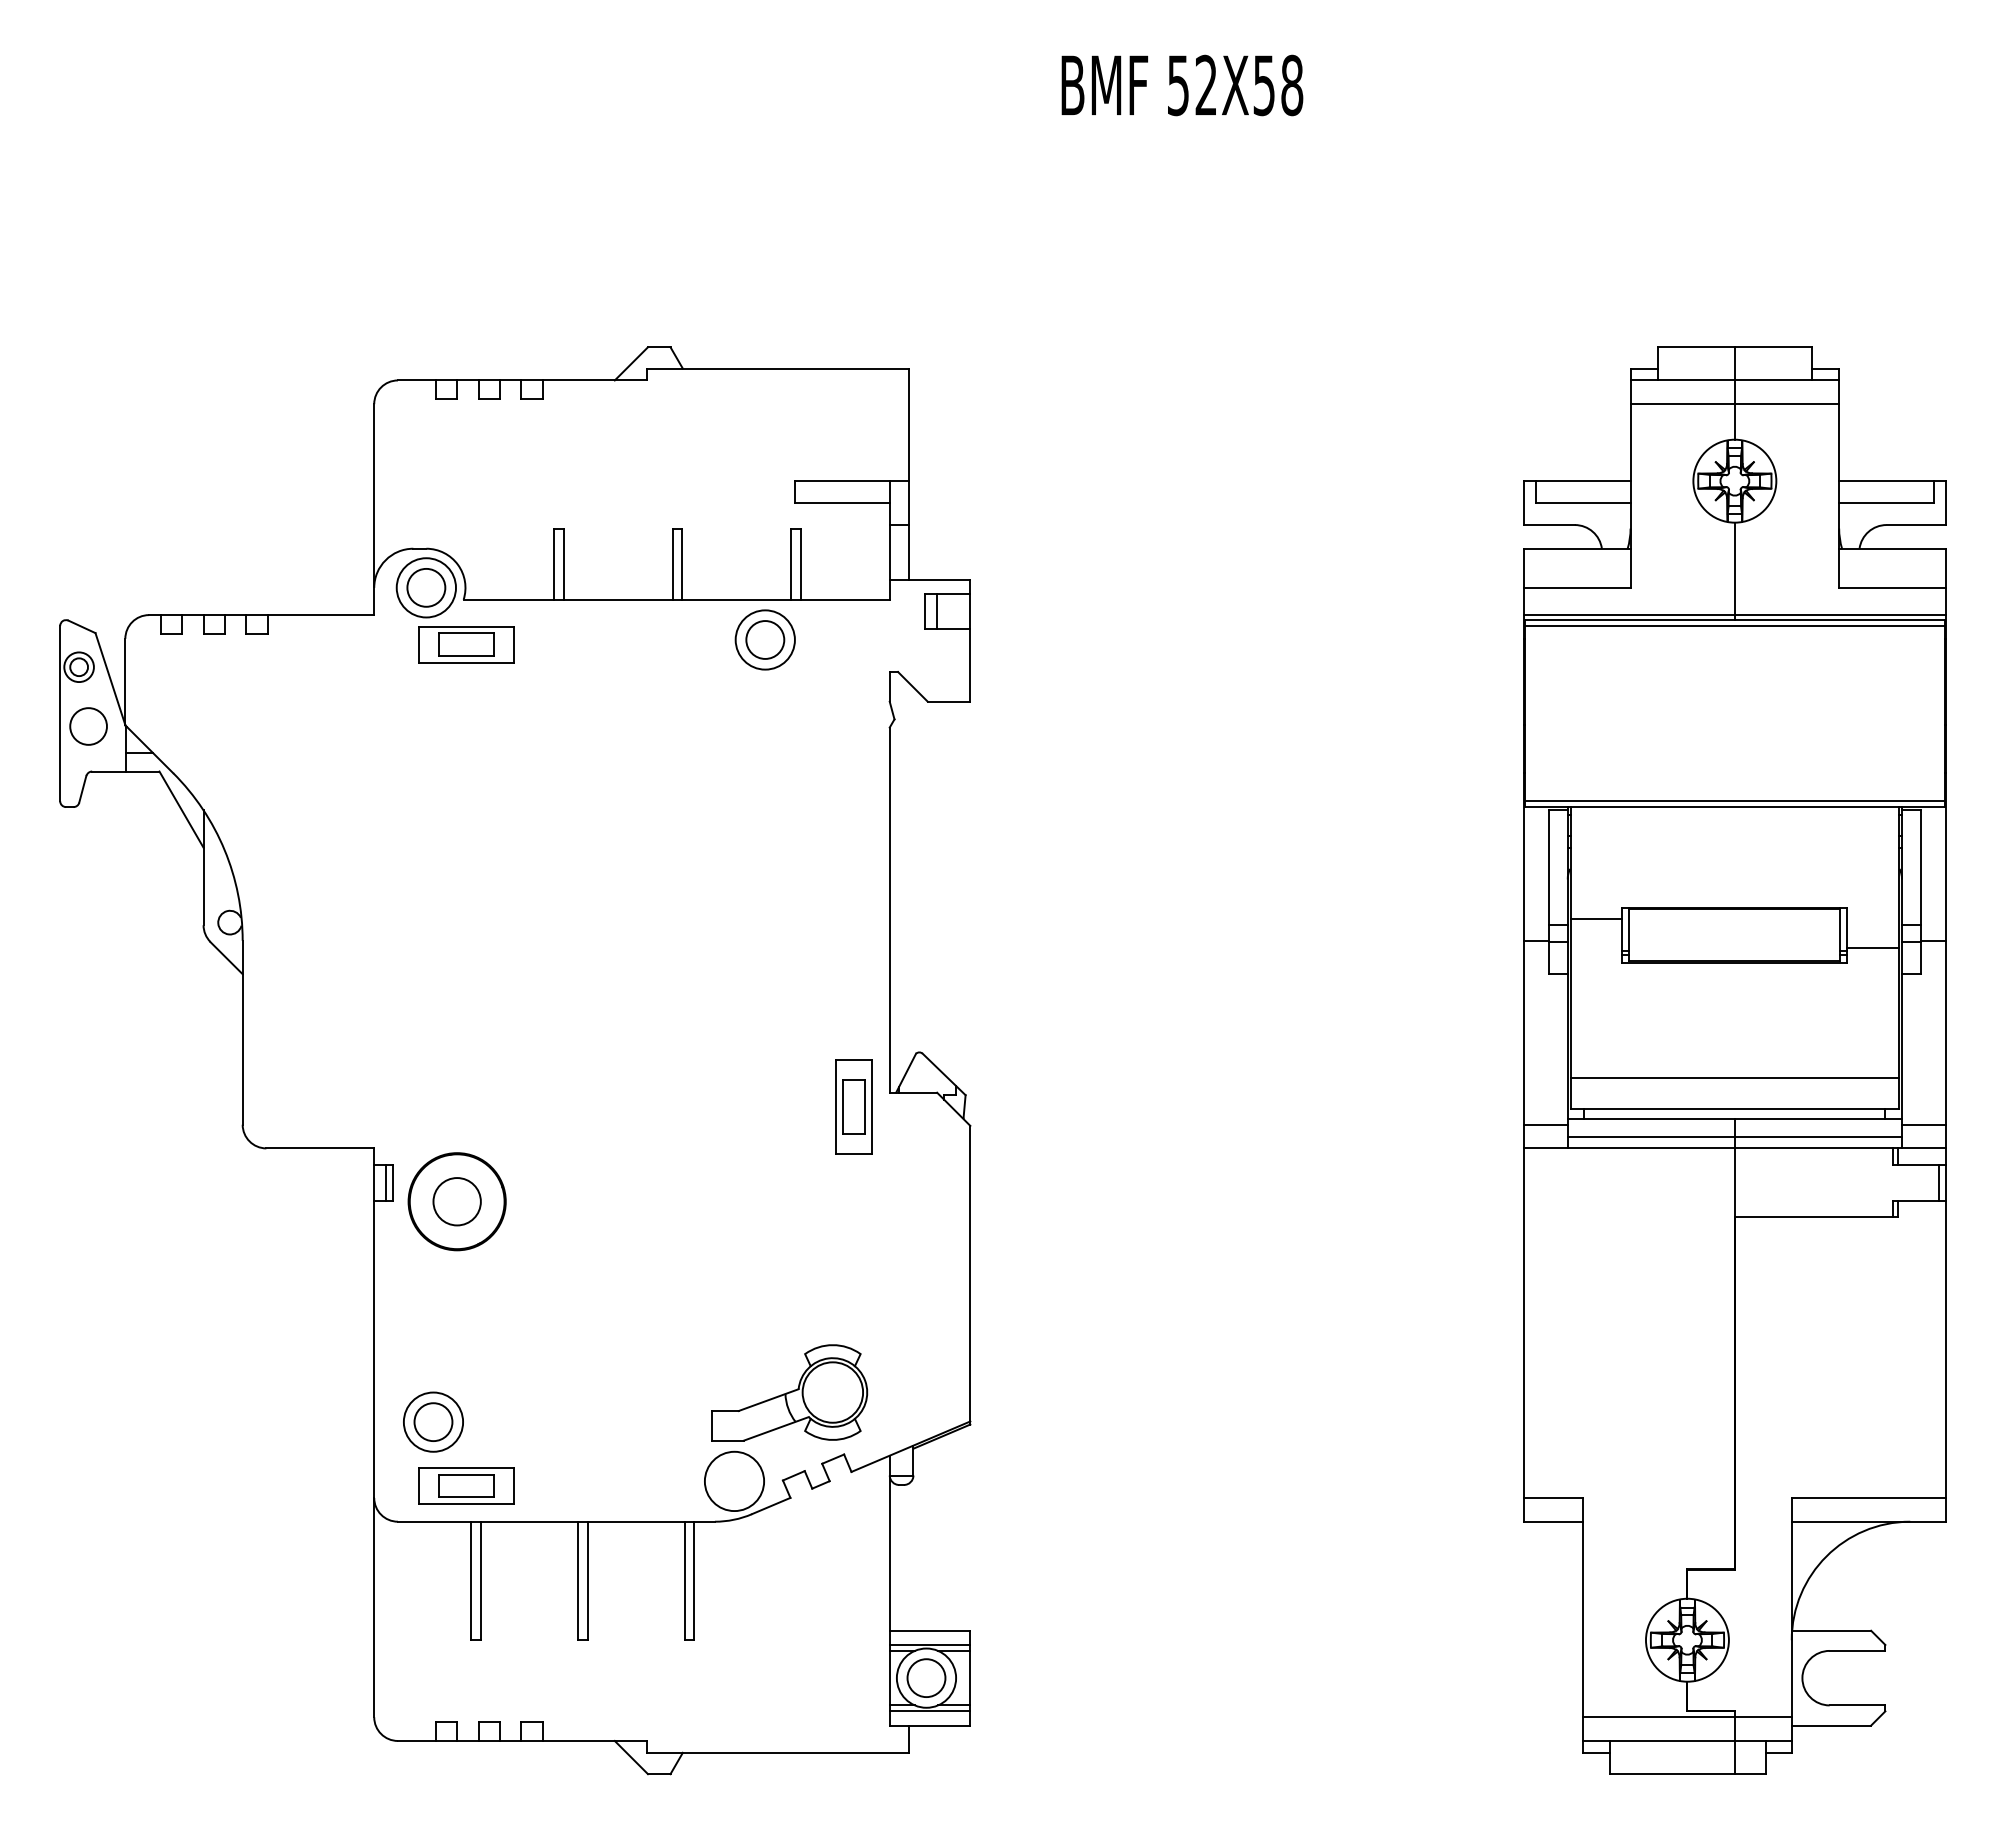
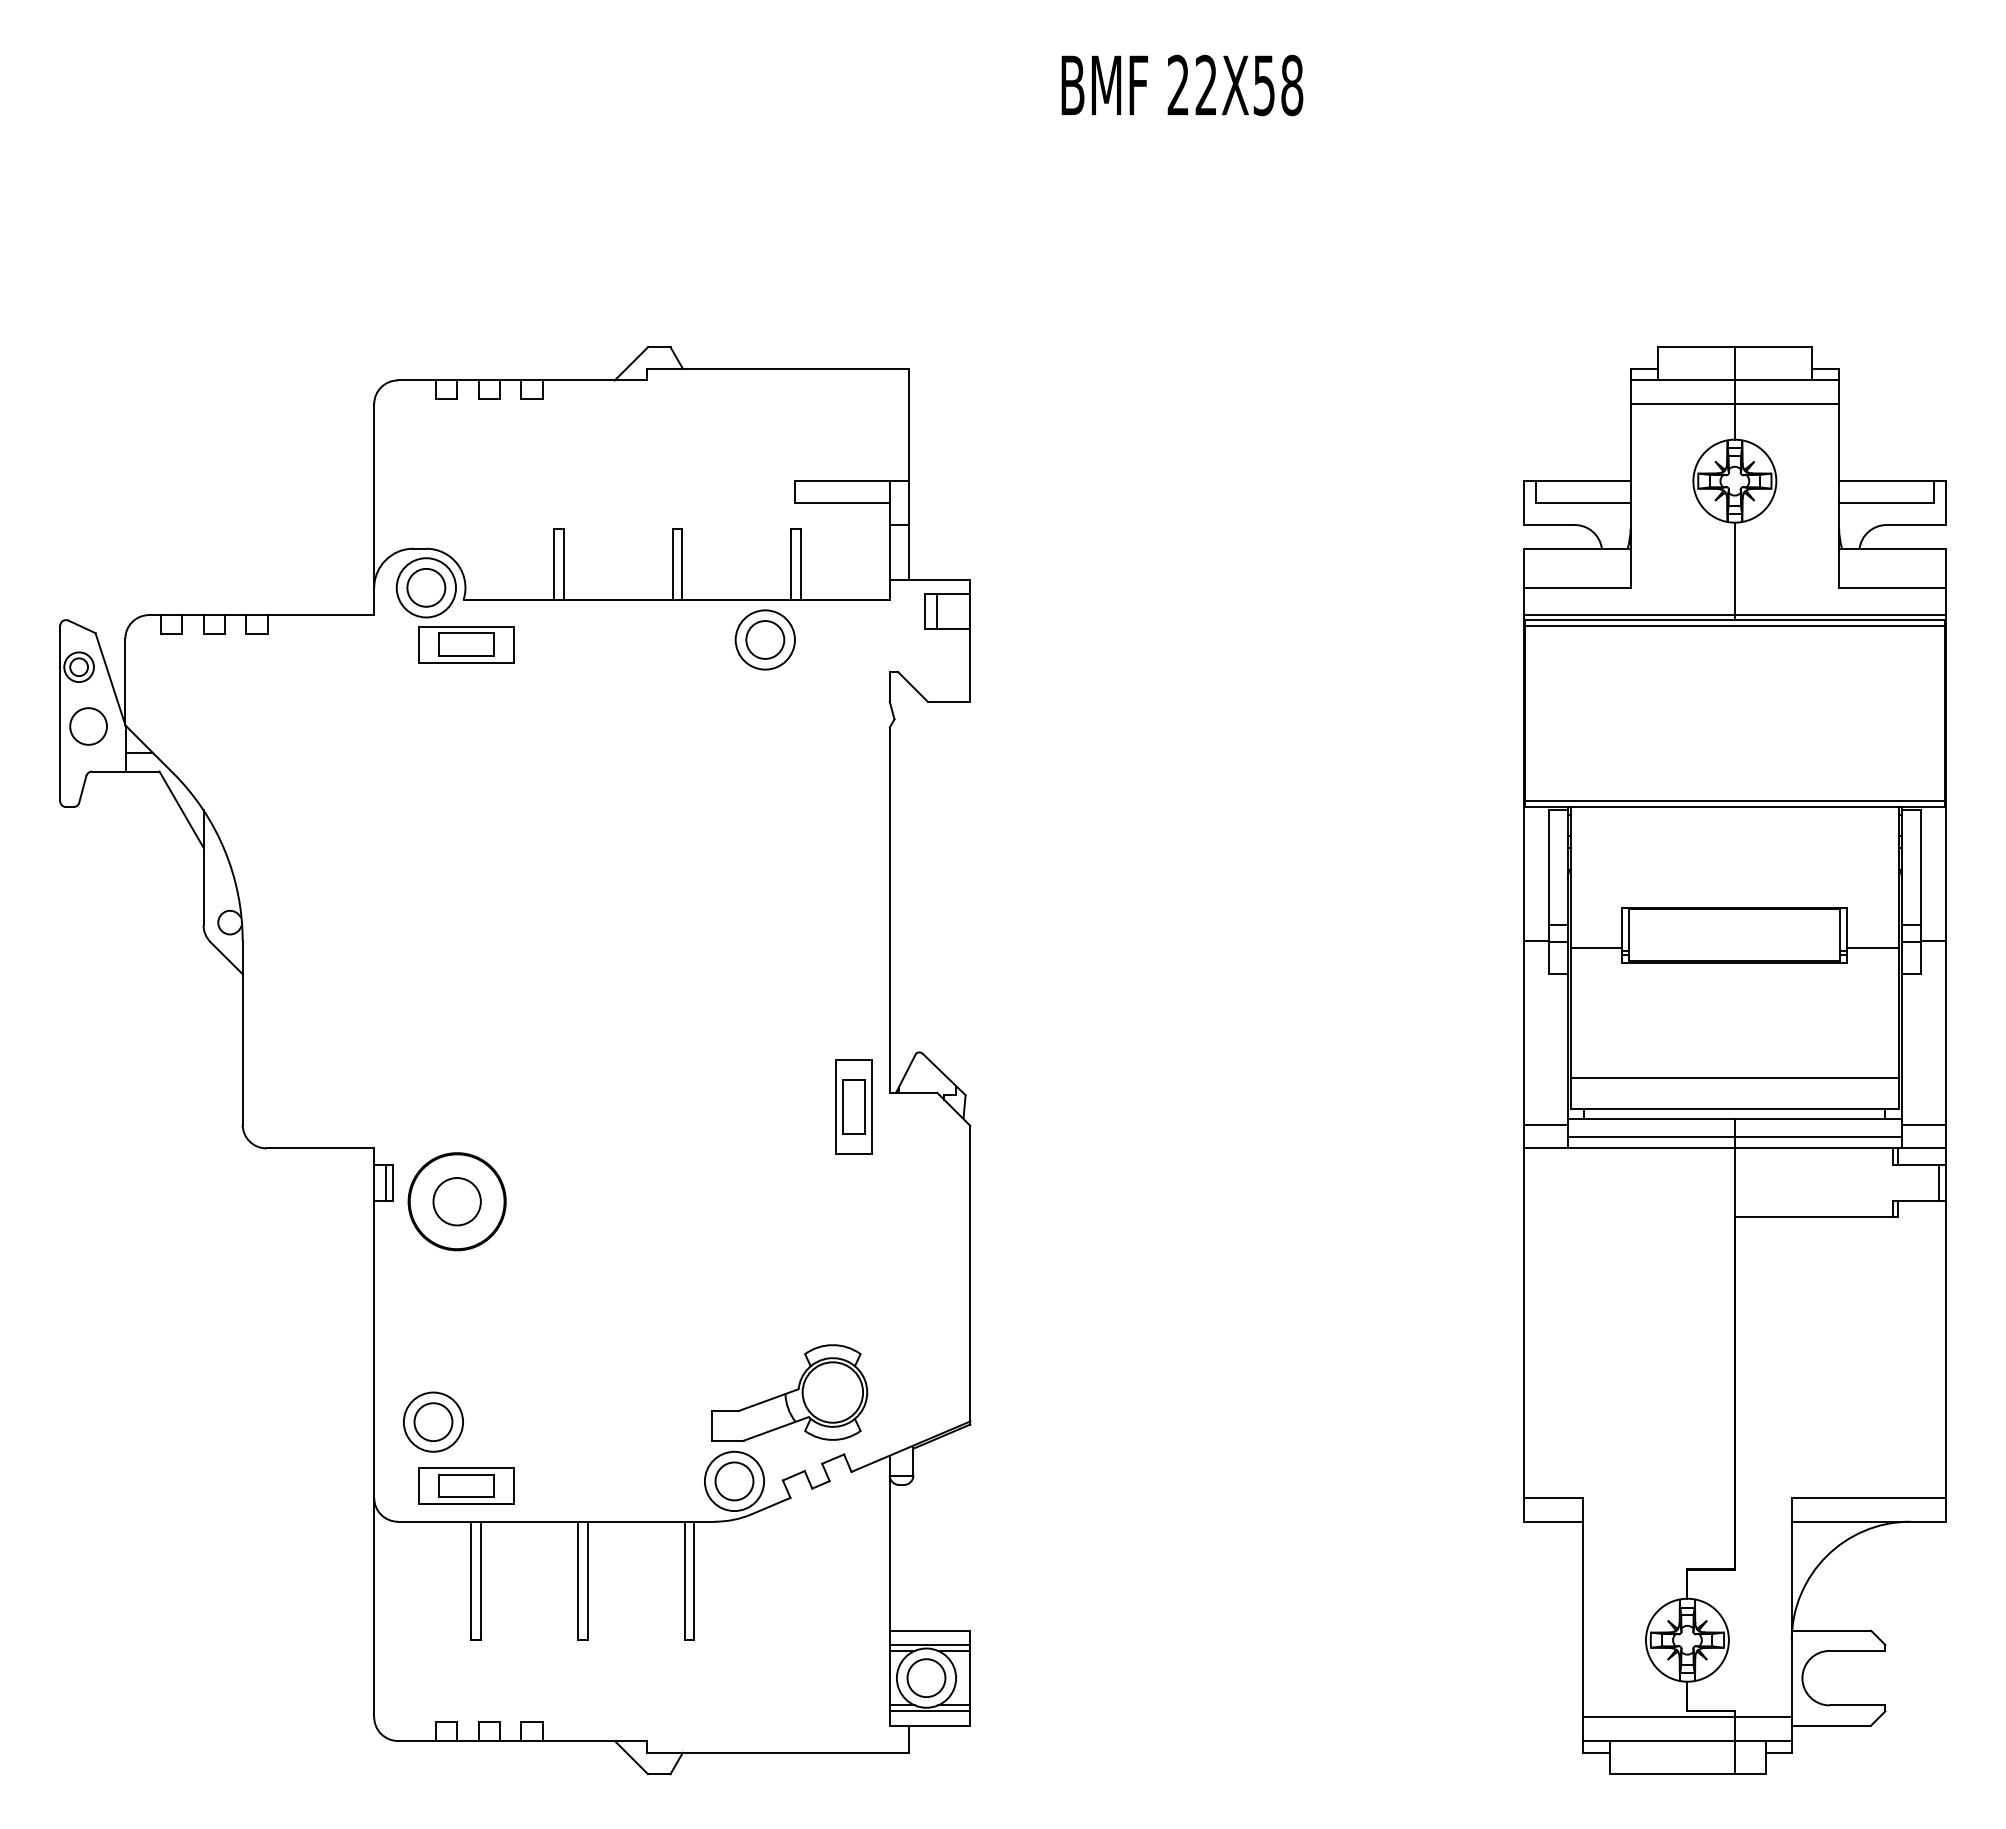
text at (1177, 85): 52X58 -> 22X58
line at (1596, 919) position: (1596, 919) -> (1596, 948)
circle at (734, 1481): none -> present
